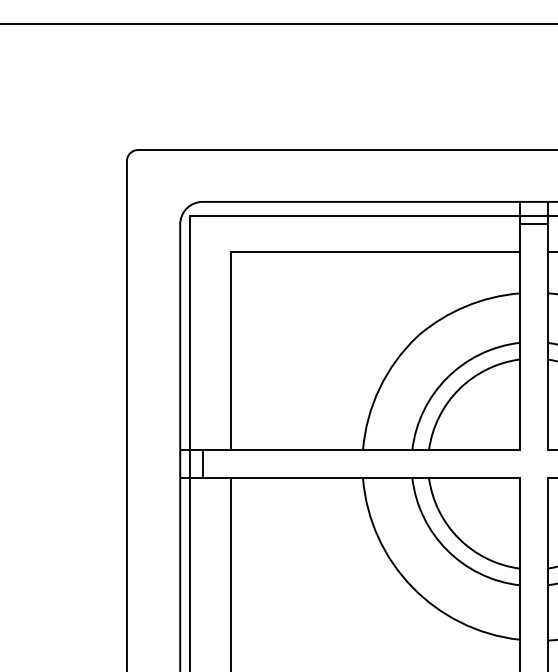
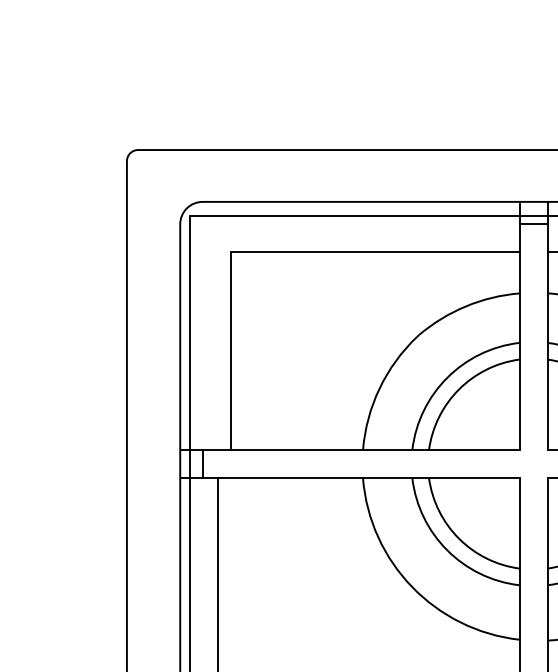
line at (278, 23): present -> none
line at (230, 573) position: (230, 573) -> (217, 573)
